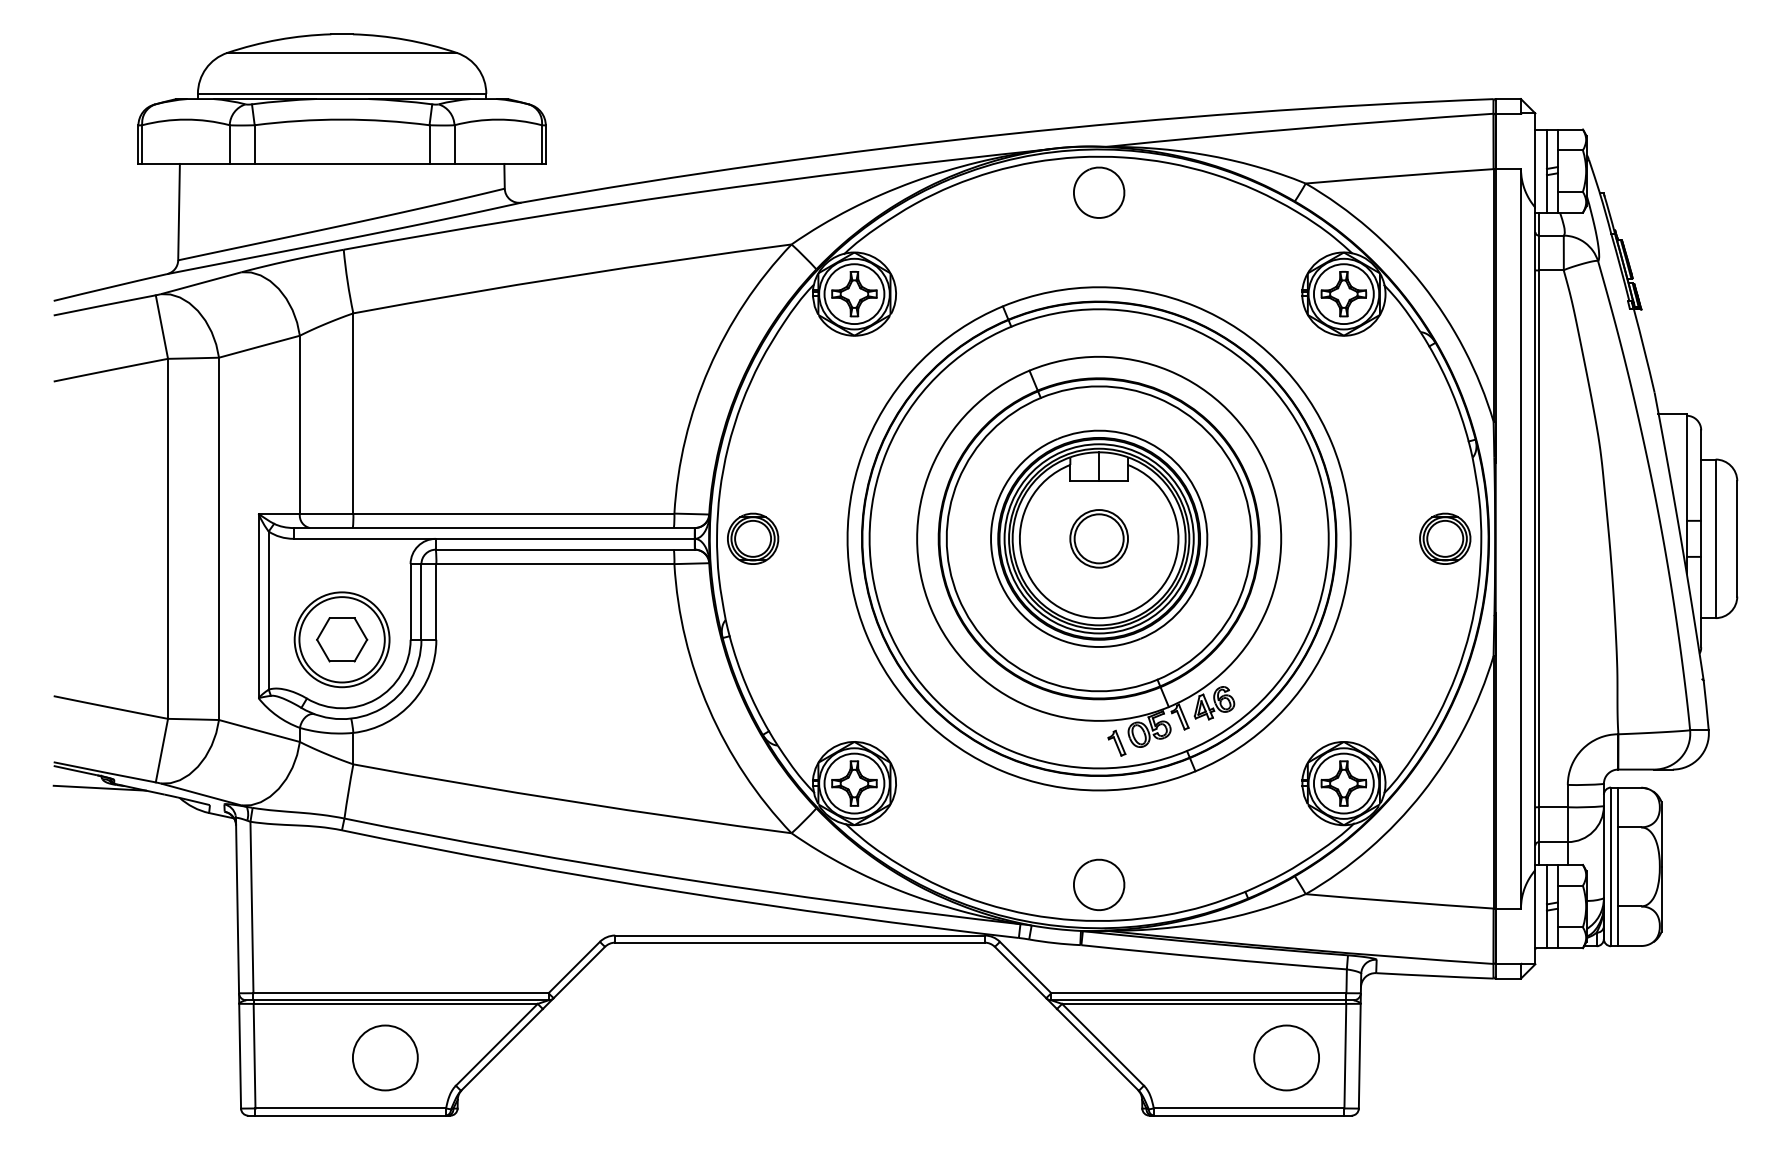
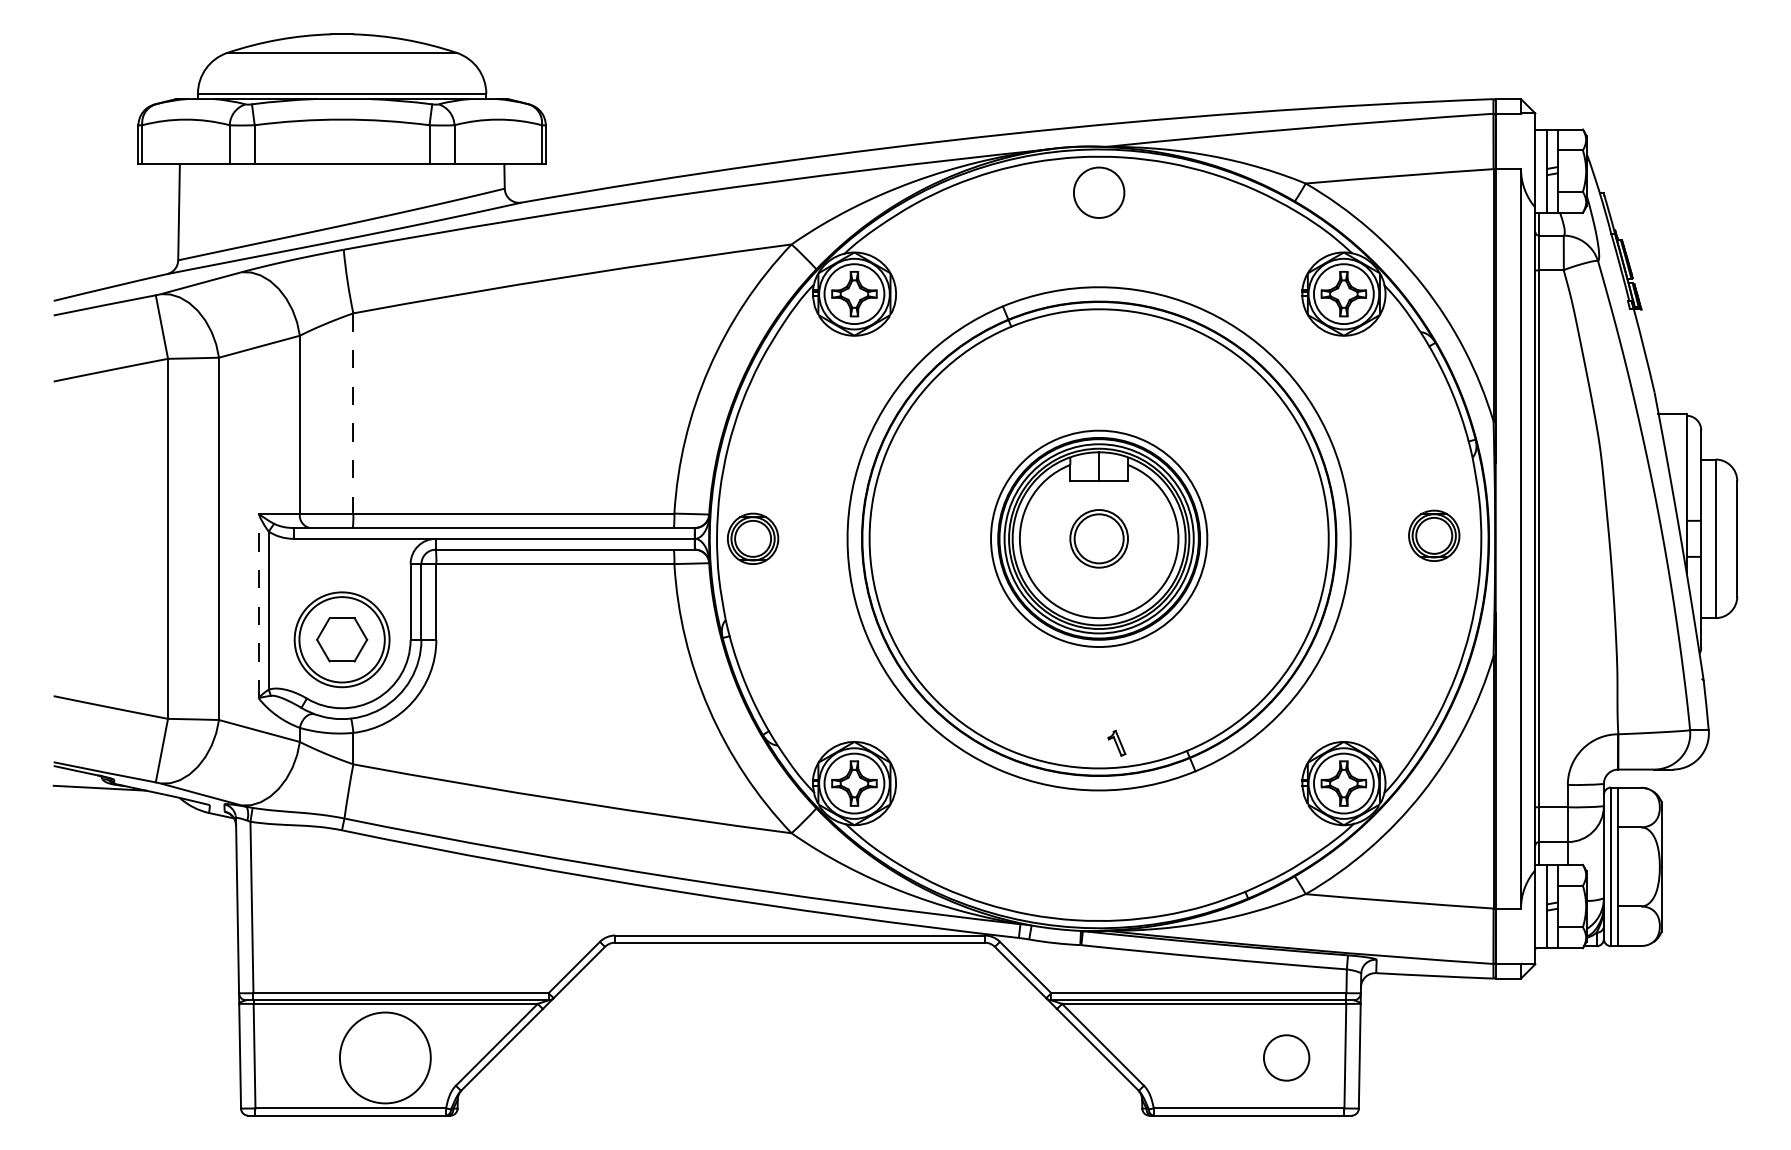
line at (353, 414): solid -> dashed
part at (1445, 538) position: (1445, 538) -> (1434, 535)
part at (1099, 551): present -> none
line at (258, 605): solid -> dashed
part at (1099, 884): present -> none
circle at (384, 1057) diameter: 65 px -> 91 px
circle at (1286, 1057) diameter: 65 px -> 45 px
